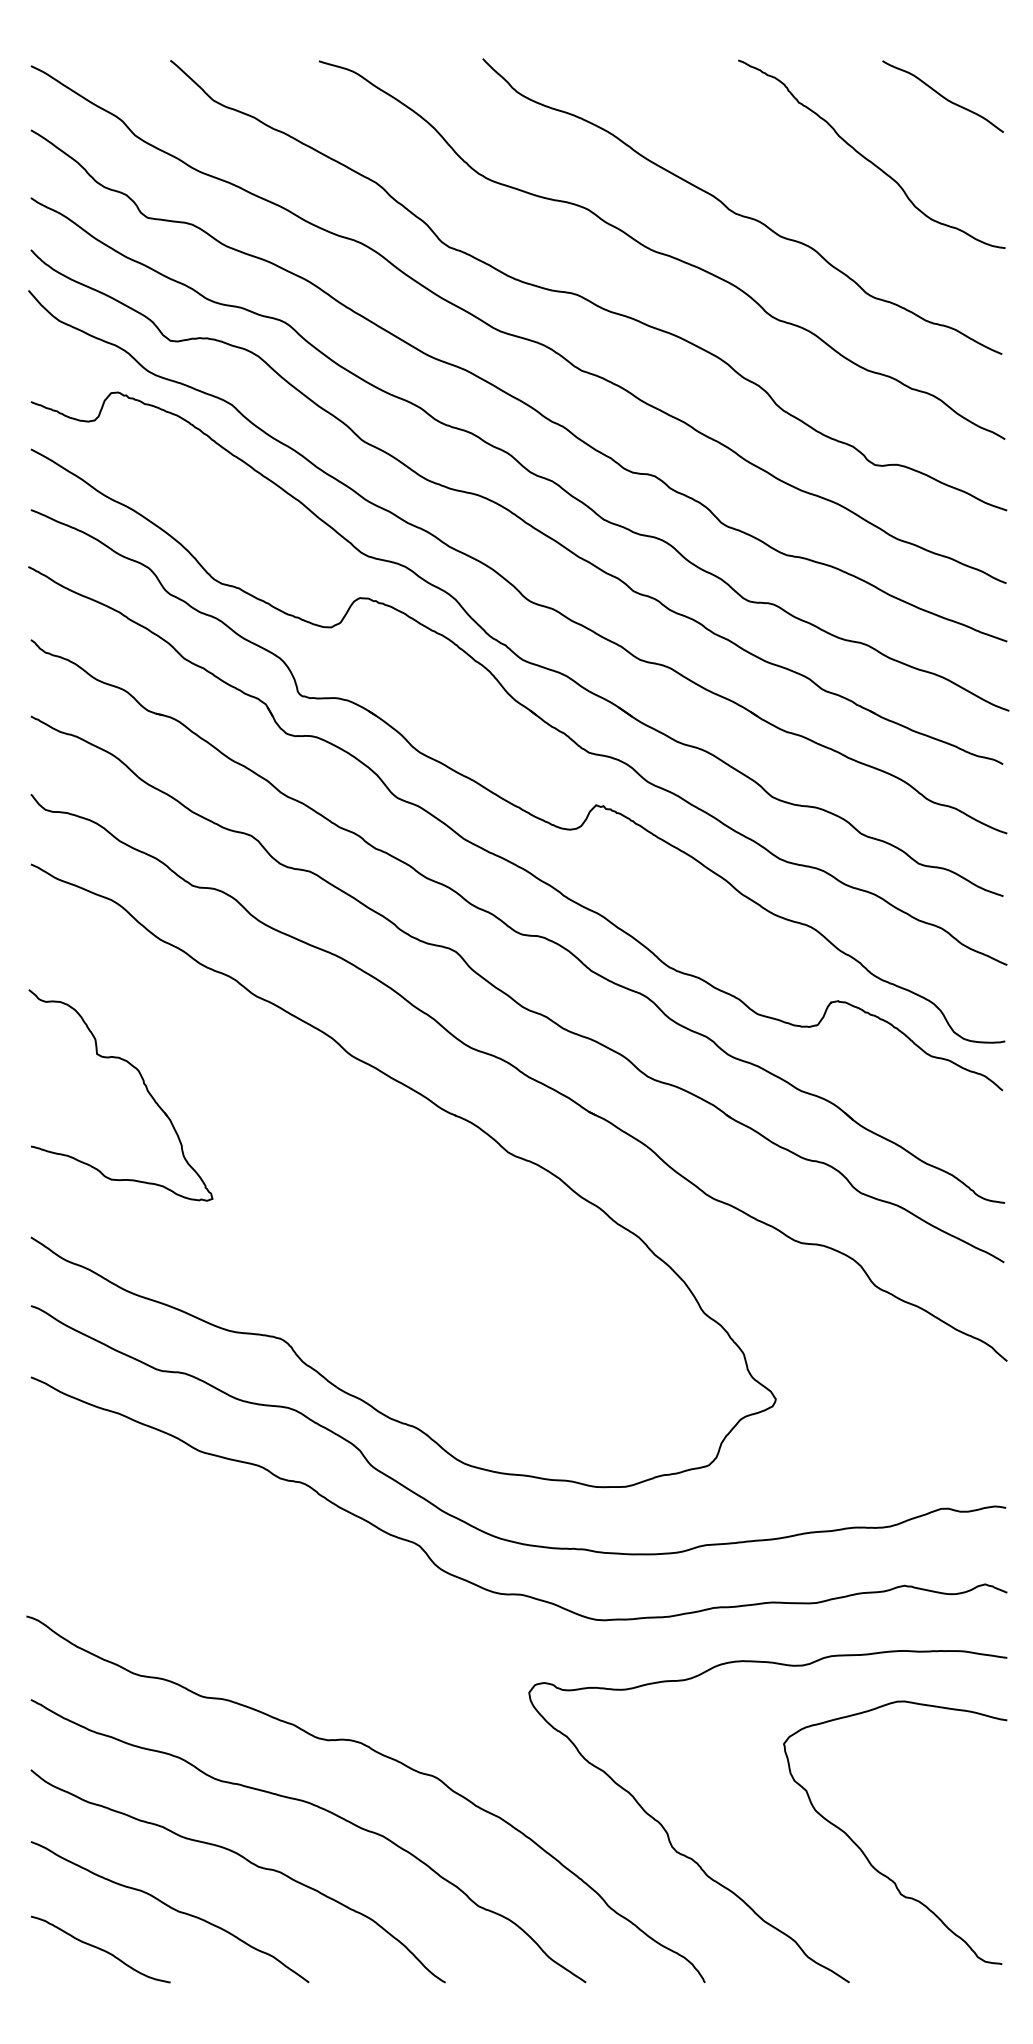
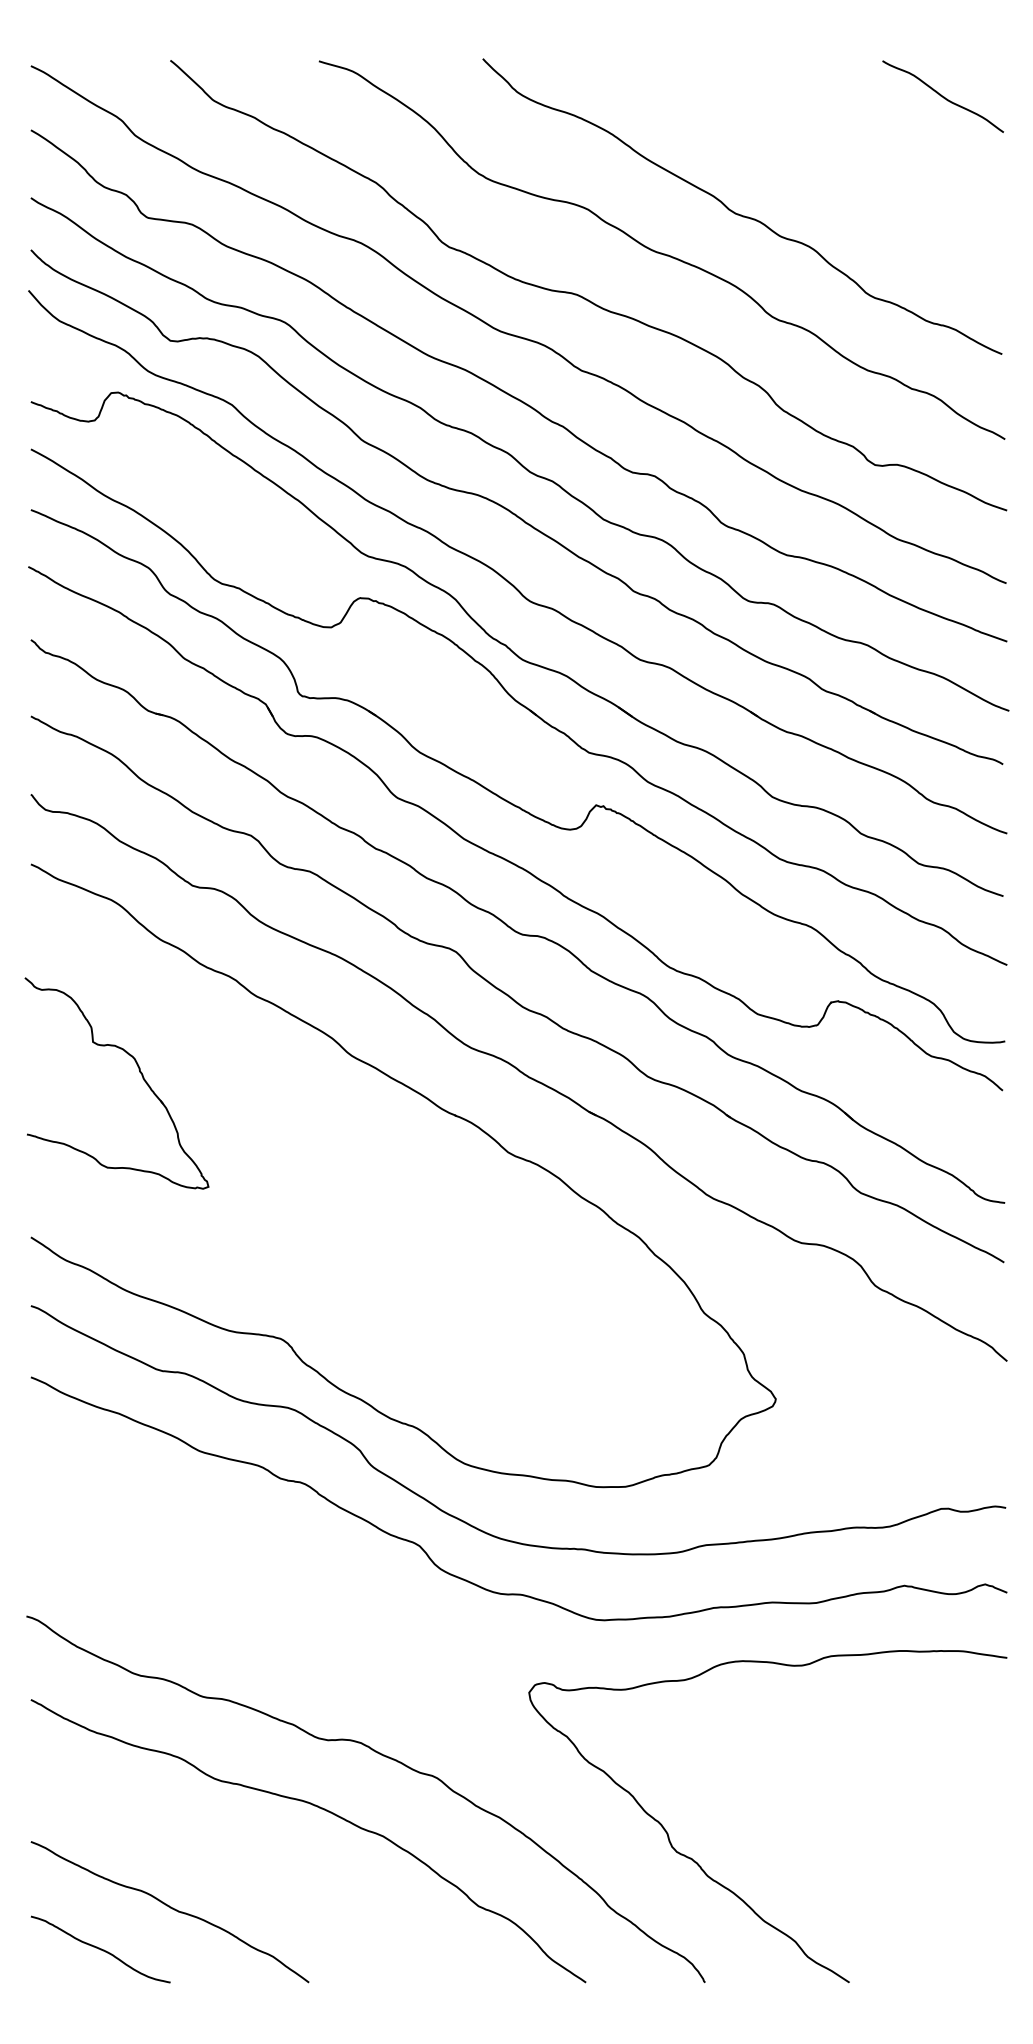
curve at (866, 157): present -> none
part at (143, 1084) position: (143, 1084) -> (139, 1072)
curve at (864, 1852): present -> none
curve at (248, 1862): present -> none
